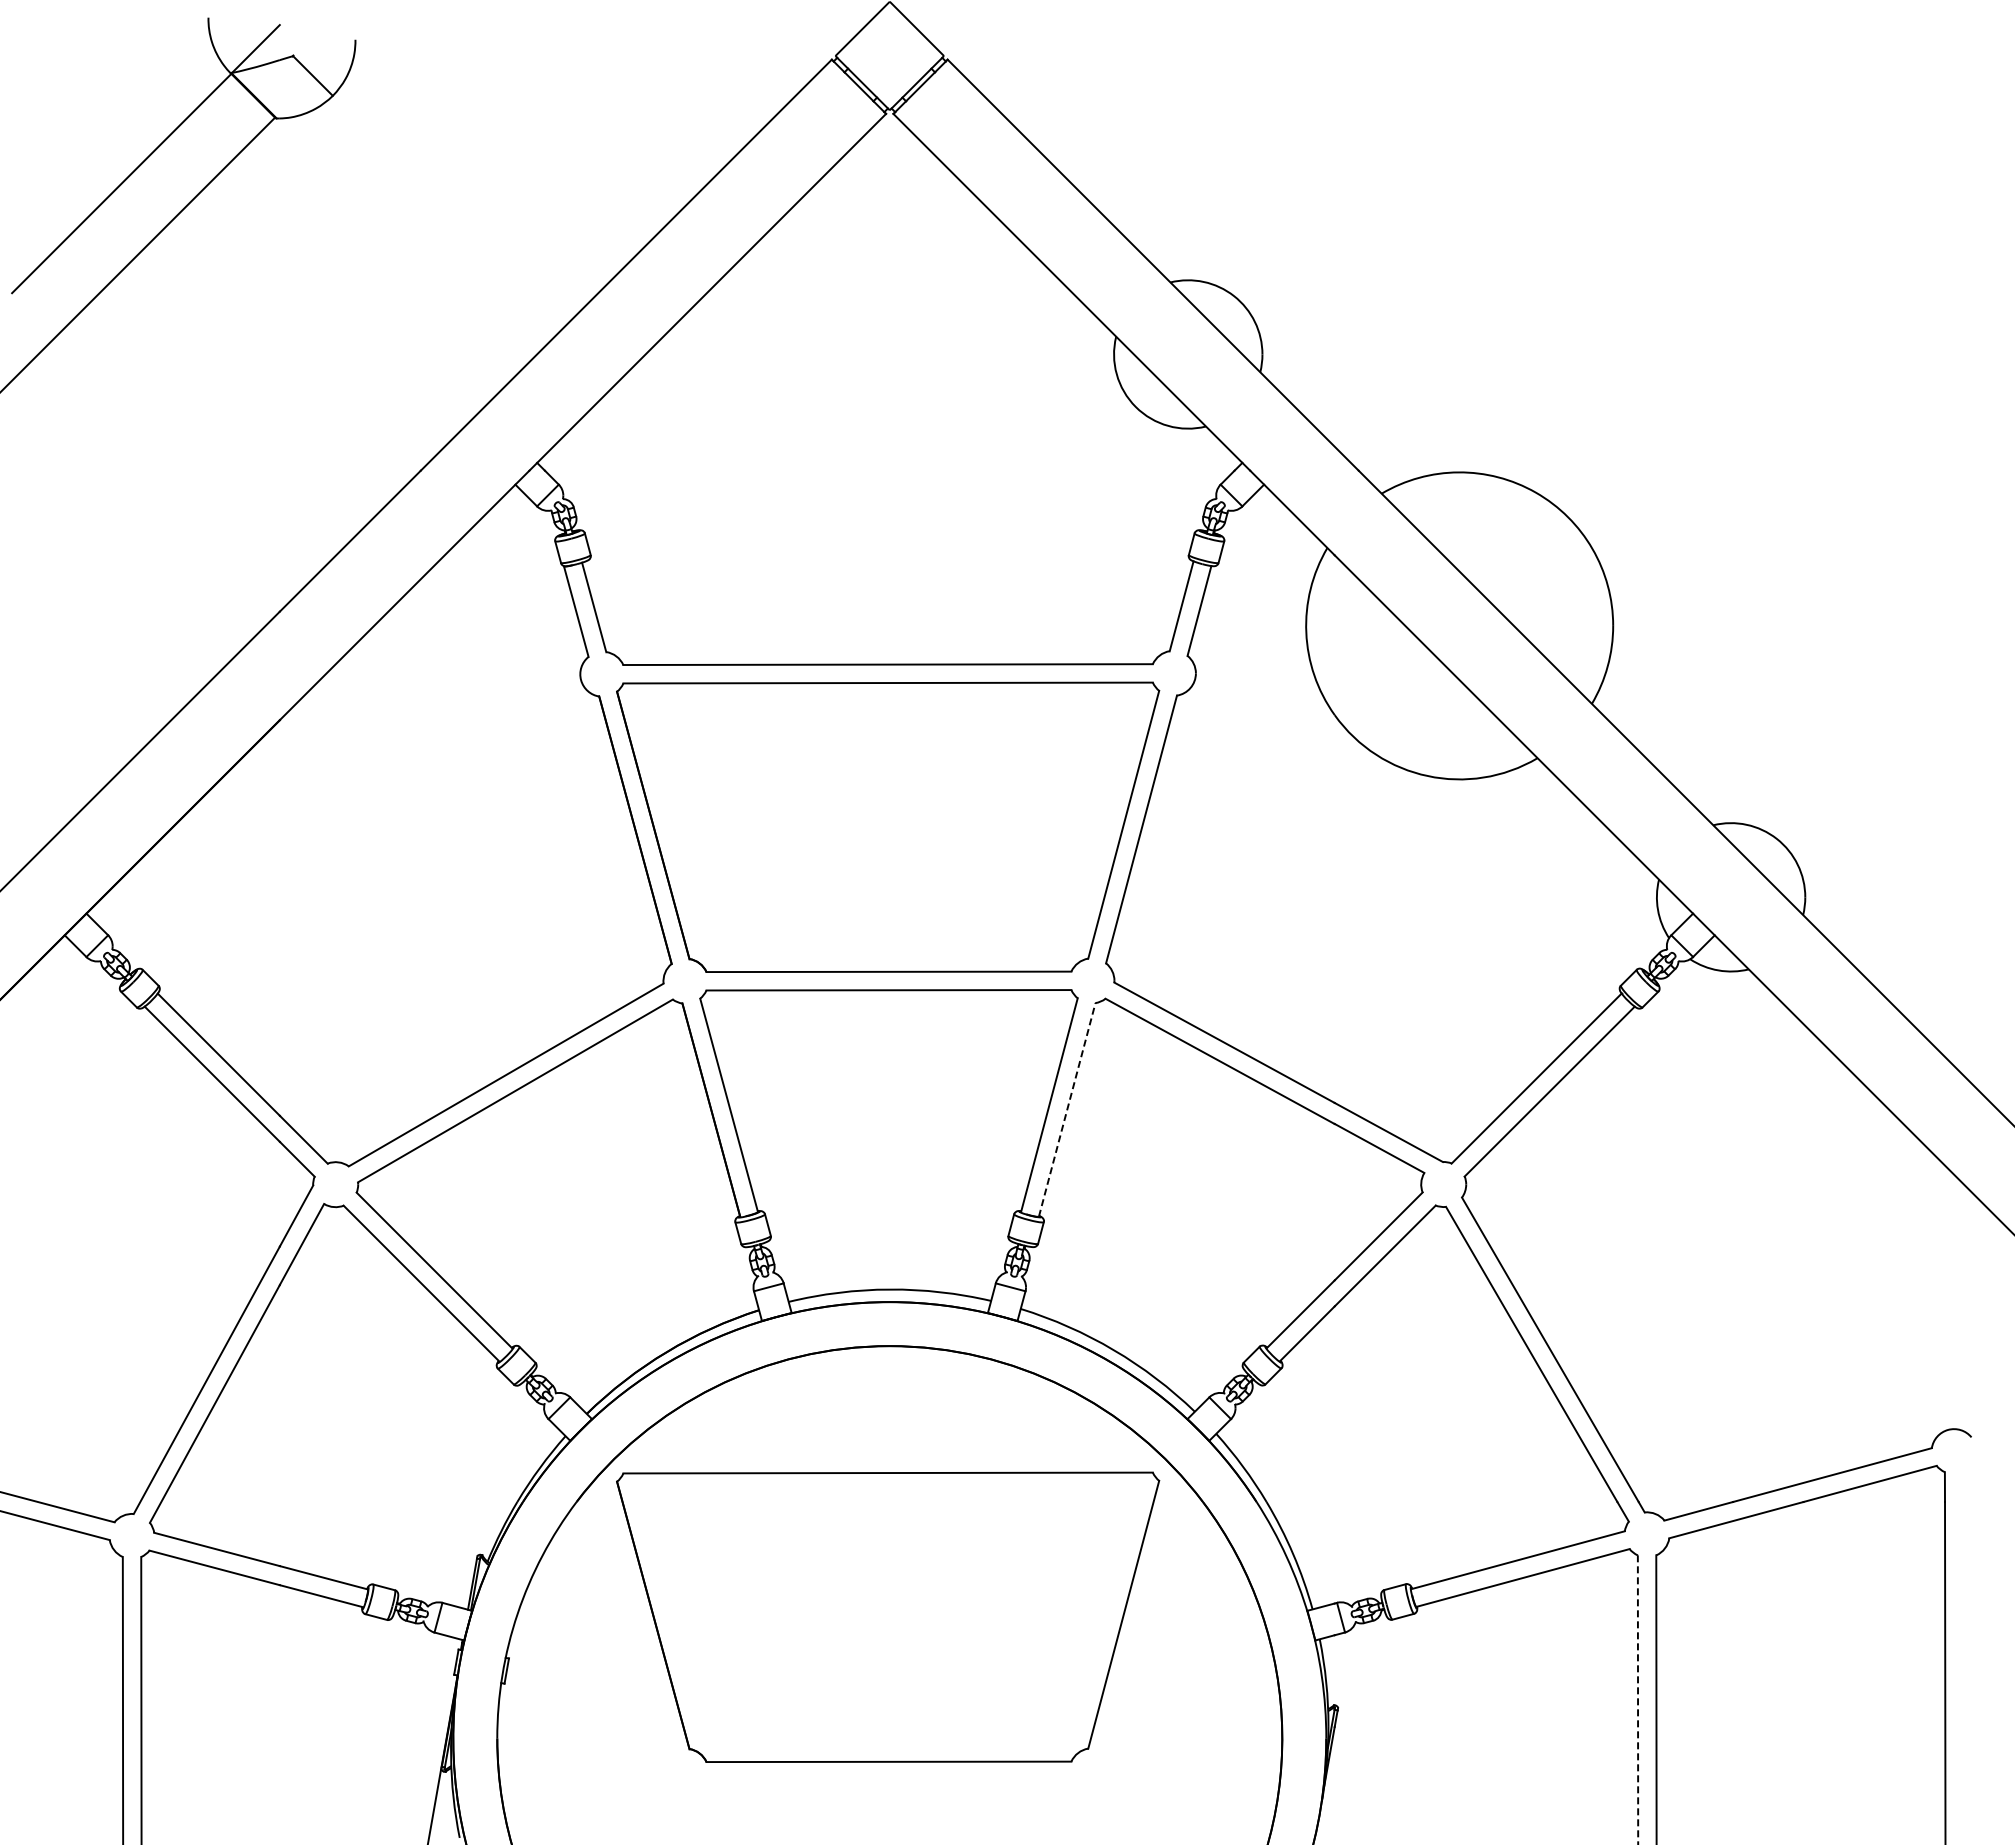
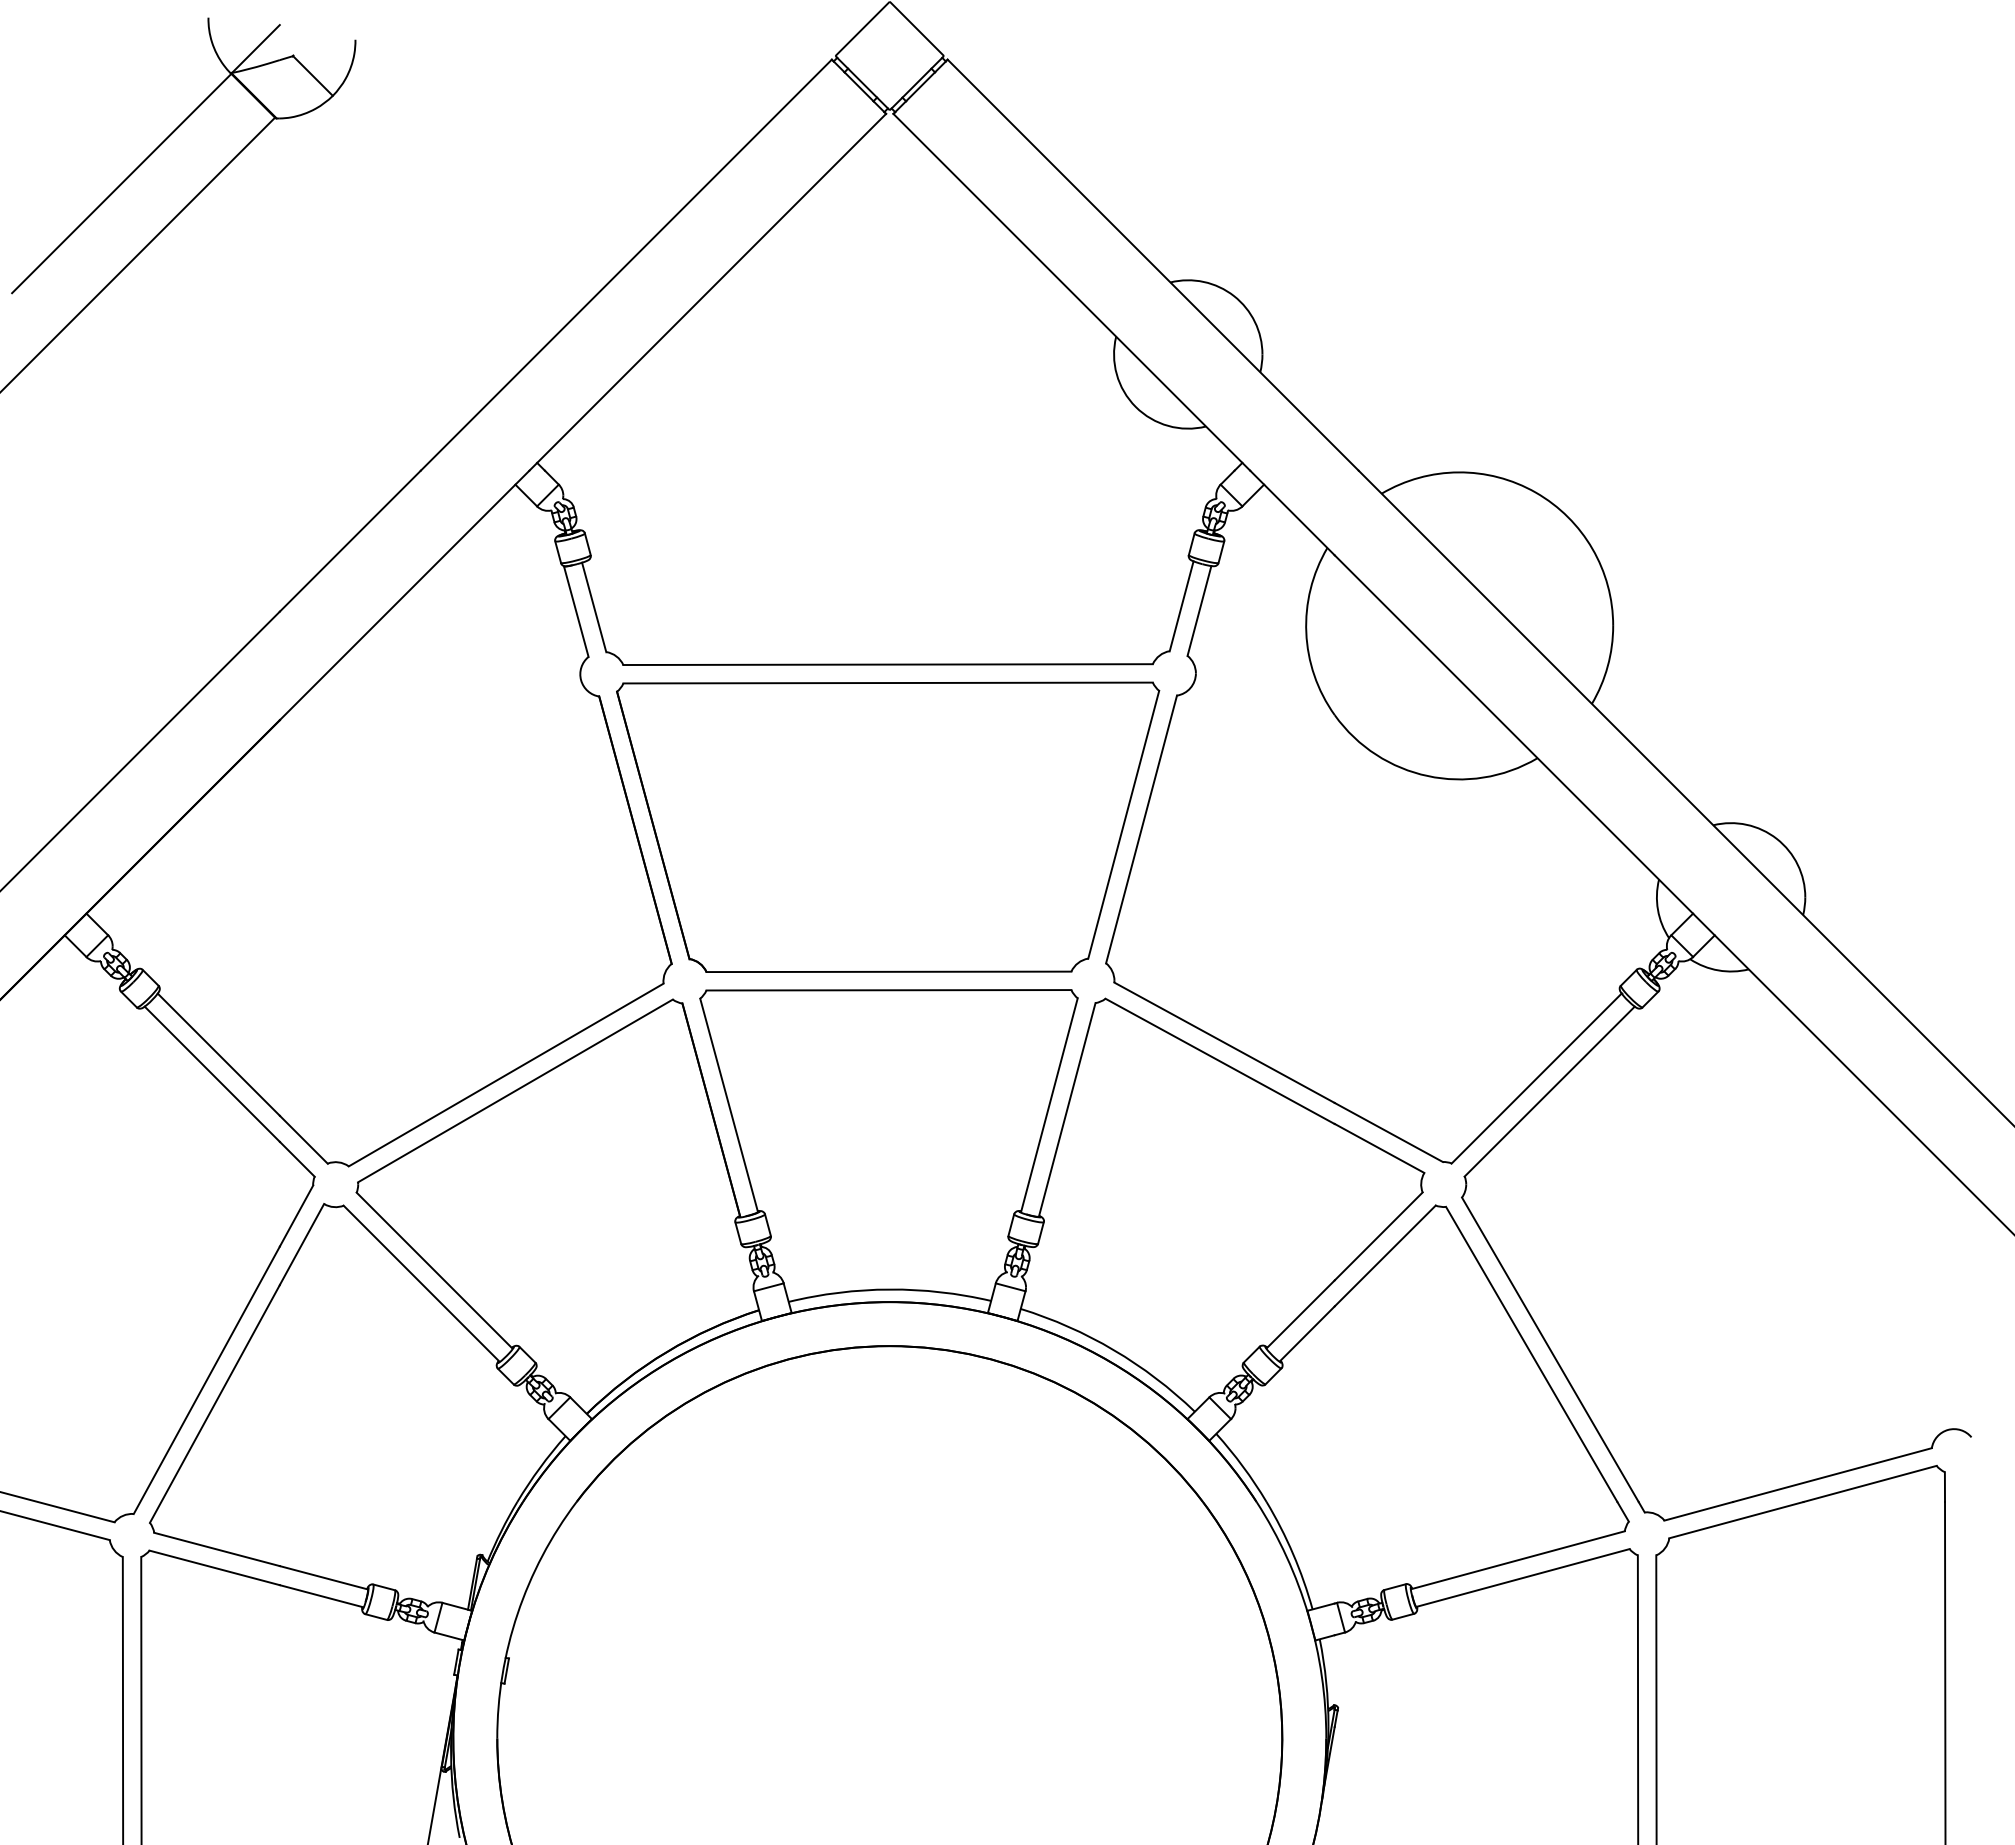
line at (1067, 1109): dashed -> solid
part at (888, 1616): present -> none
line at (1638, 1700): dashed -> solid
